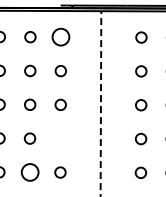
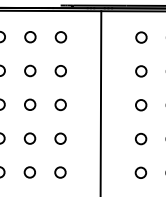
circle at (60, 36) size: 20x20 px -> 14x13 px
line at (100, 103): dashed -> solid
circle at (60, 138): none -> present
circle at (29, 172) size: 20x19 px -> 13x13 px
